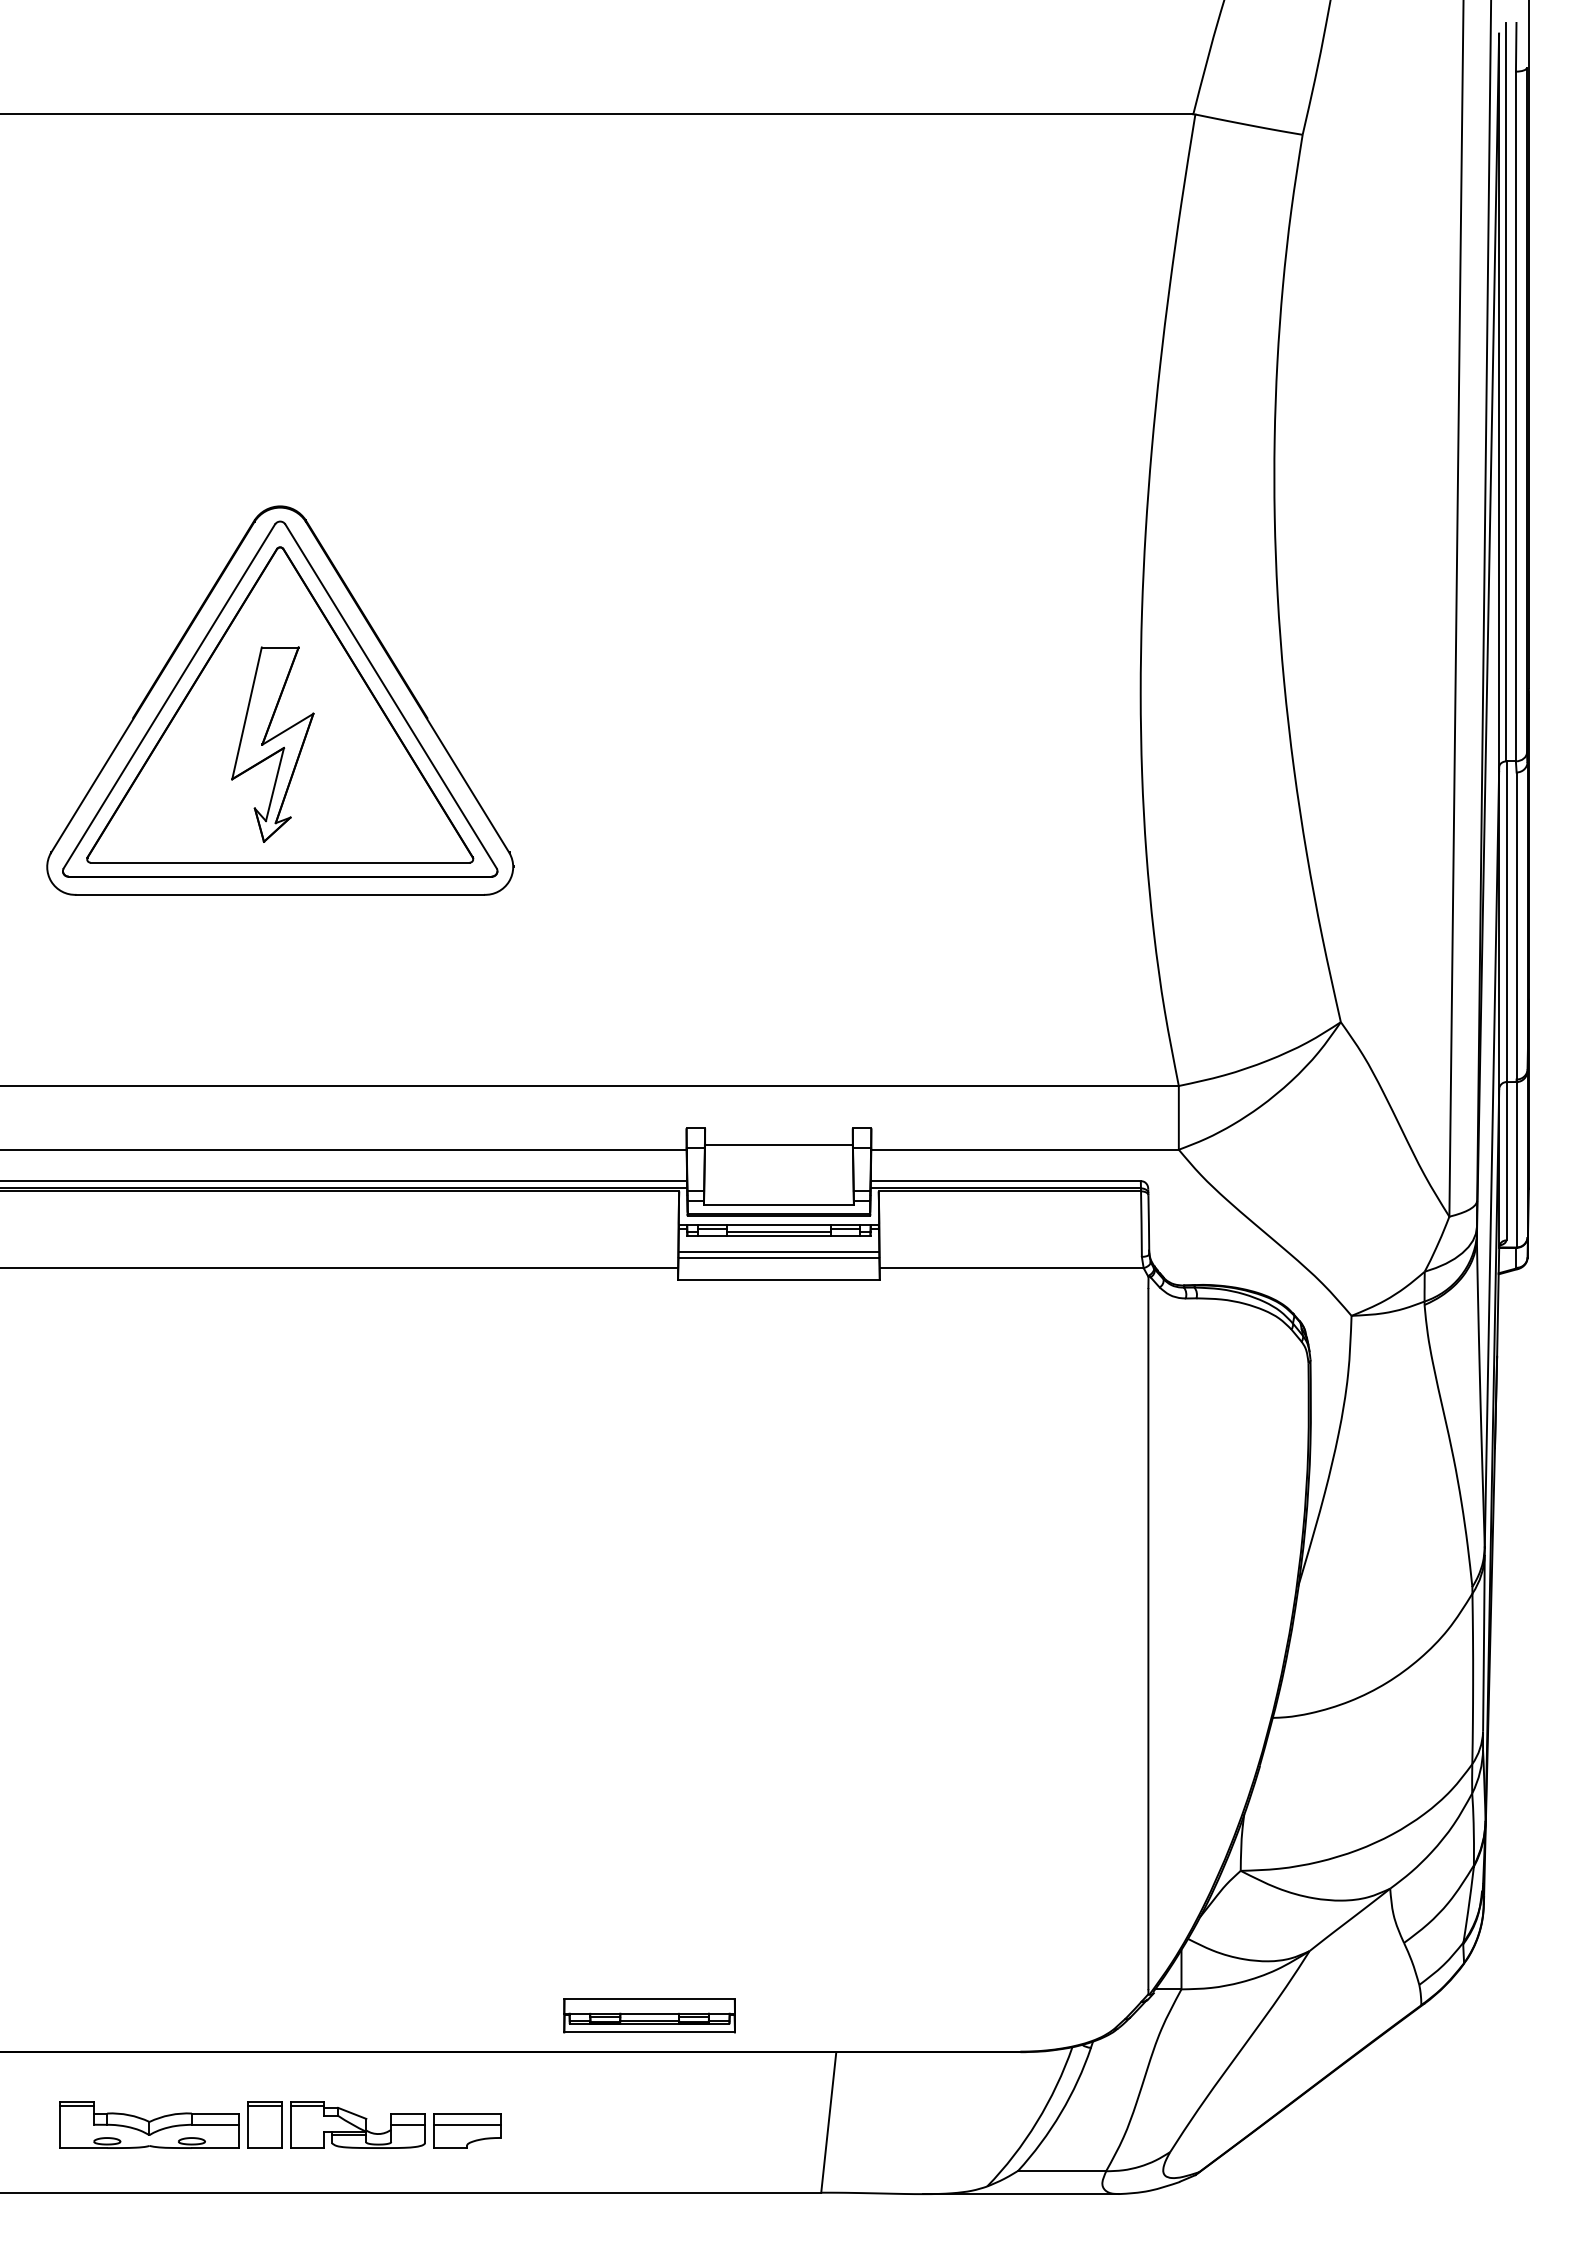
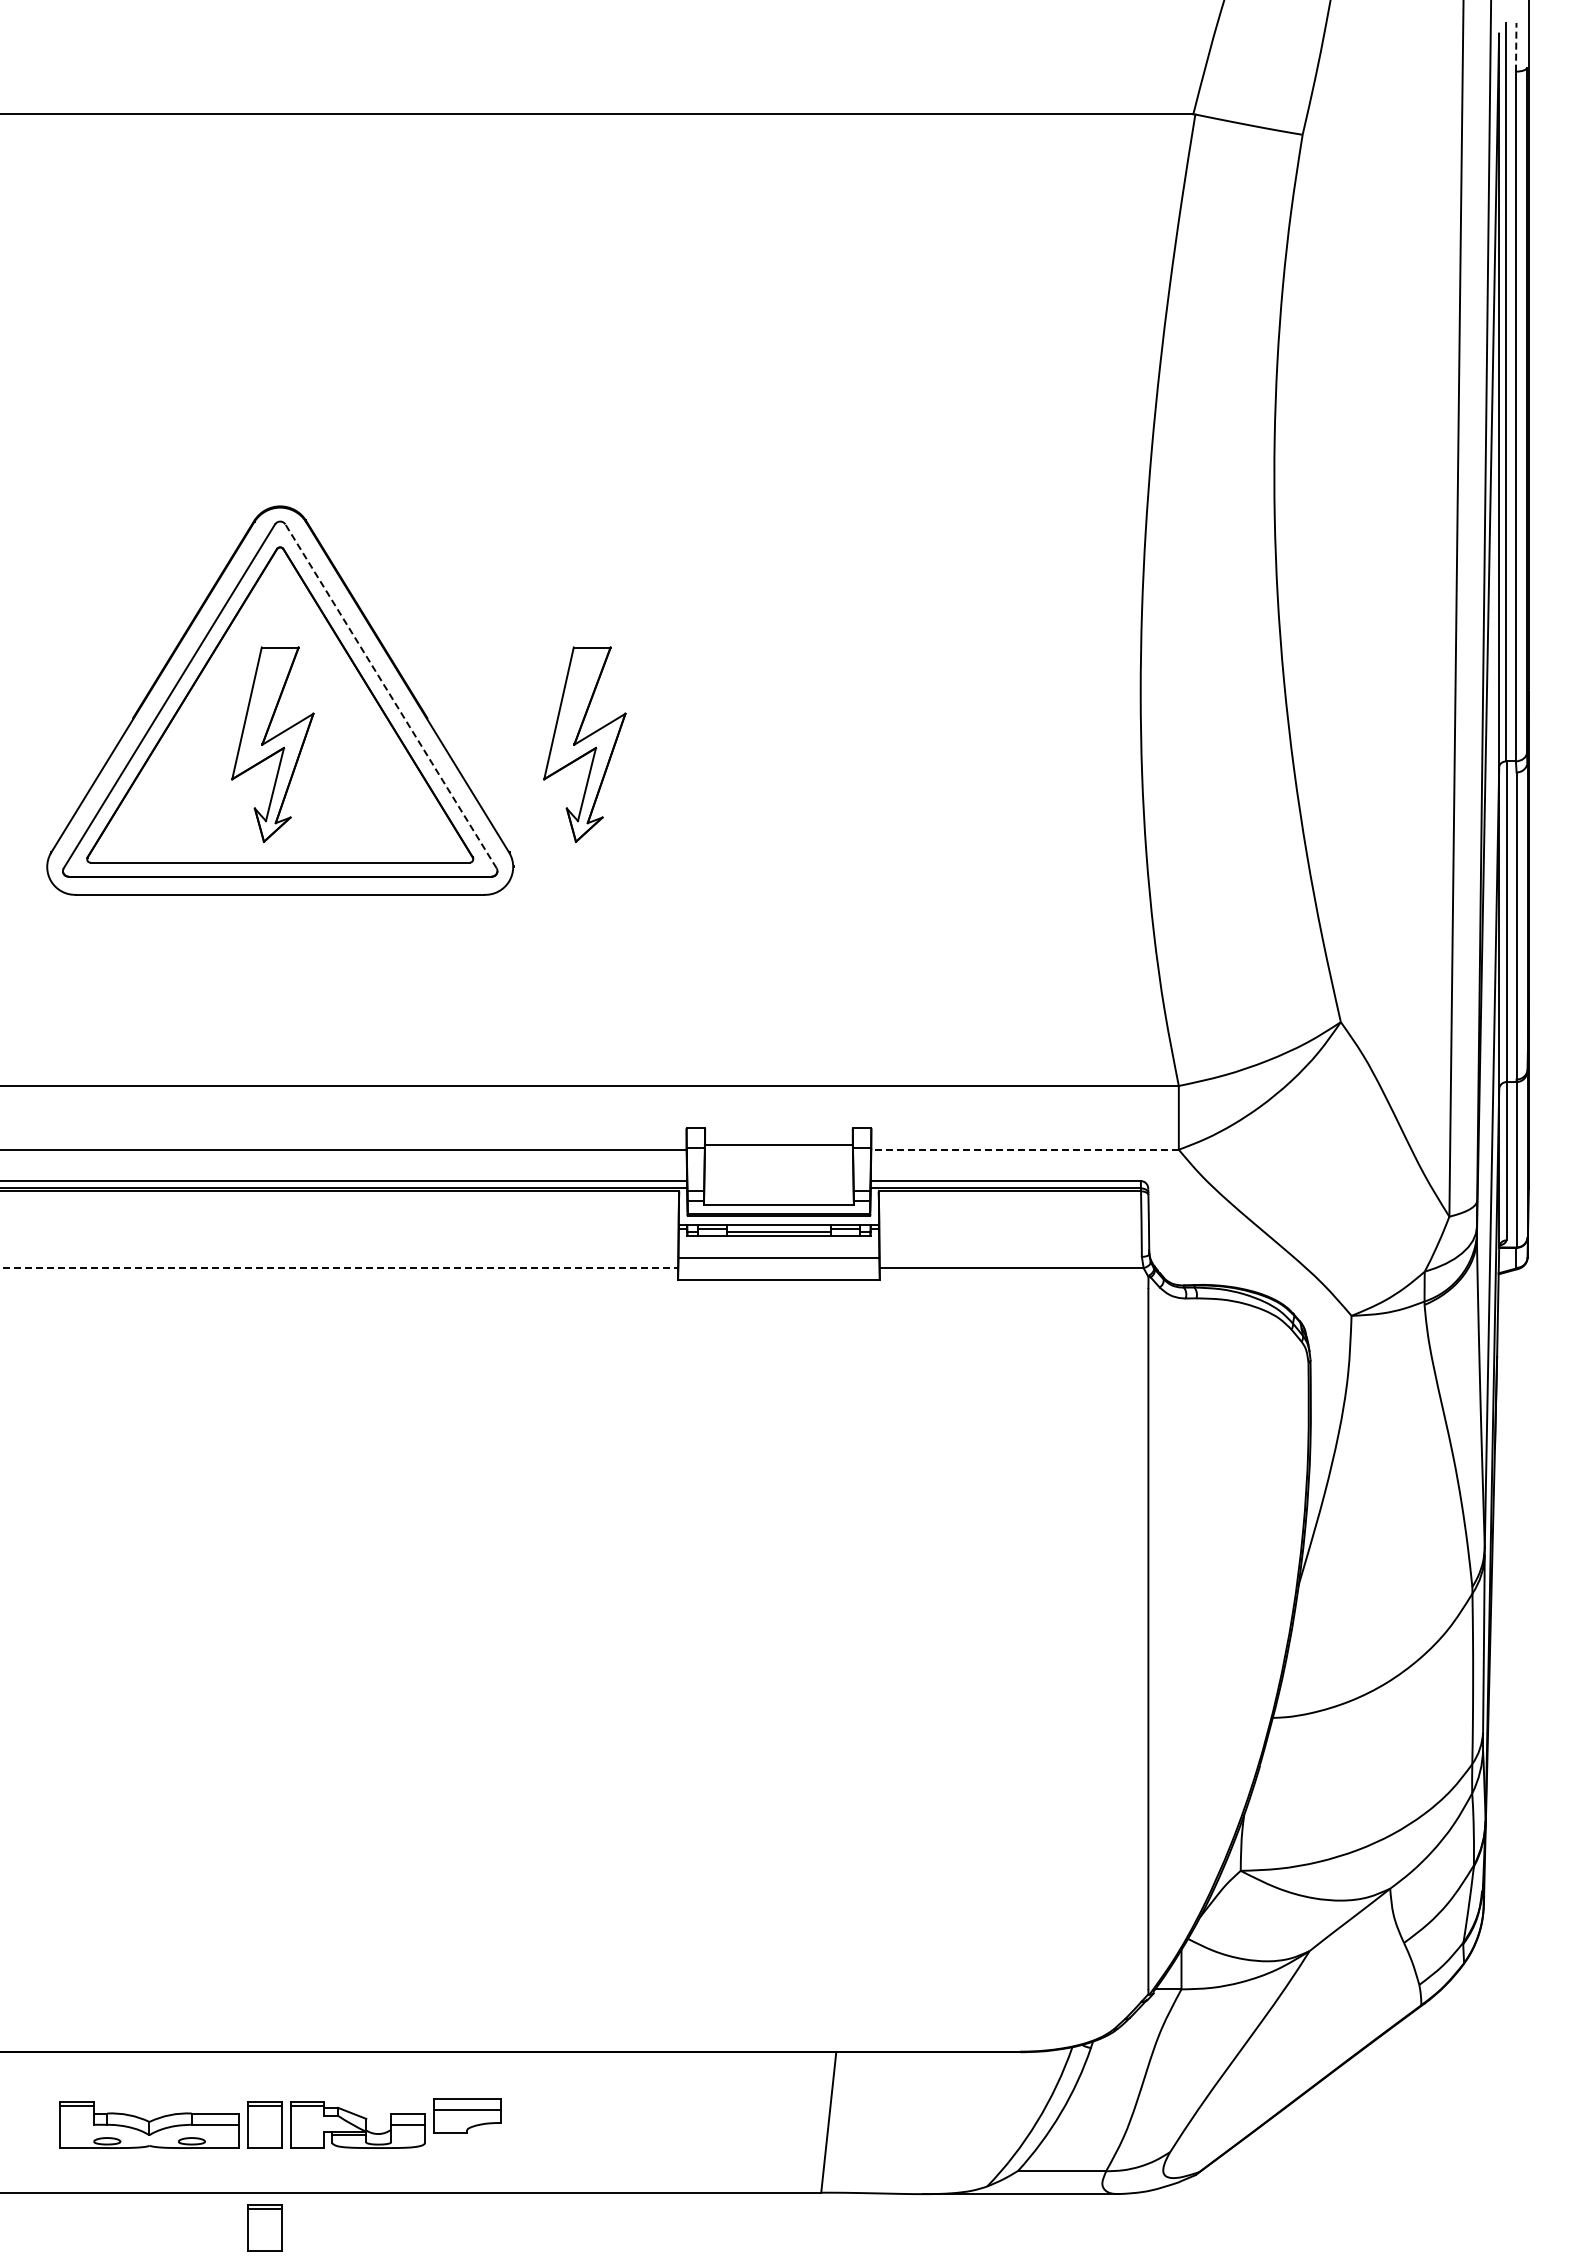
line at (1516, 46): solid -> dashed
line at (391, 696): solid -> dashed
part at (584, 744): none -> present
line at (1025, 1149): solid -> dashed
line at (778, 1252): present -> none
line at (339, 1268): solid -> dashed
part at (649, 2015): present -> none
part at (467, 2130) position: (467, 2130) -> (467, 2115)
part at (264, 2227): none -> present
